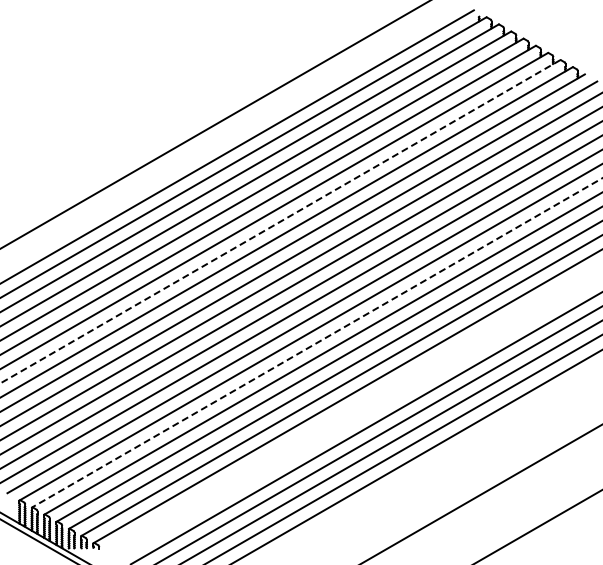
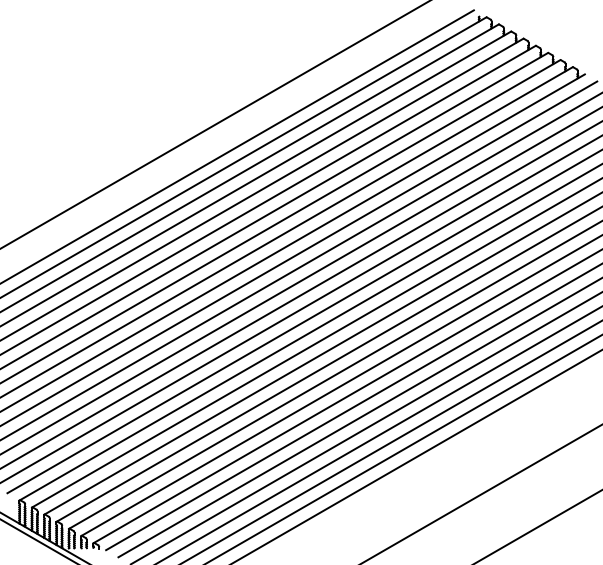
line at (279, 221): dashed -> solid
line at (316, 343): dashed -> solid
line at (352, 407): none -> present
line at (358, 418): none -> present
